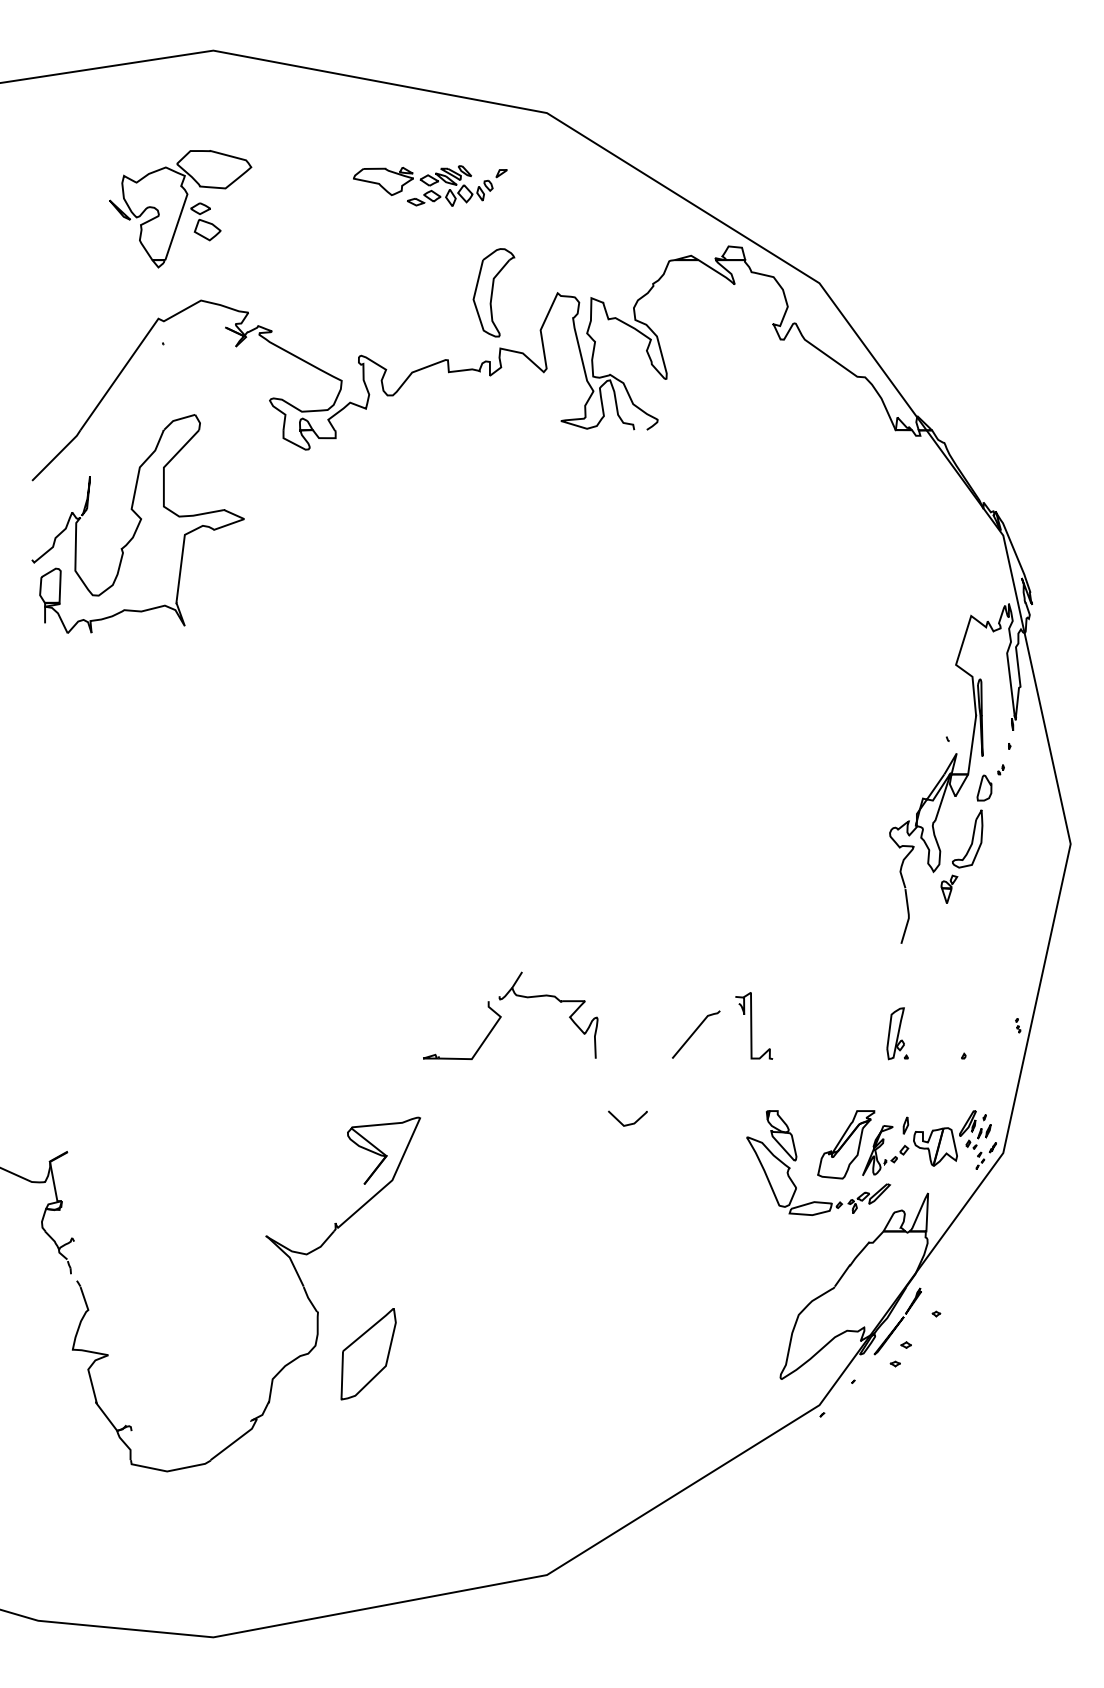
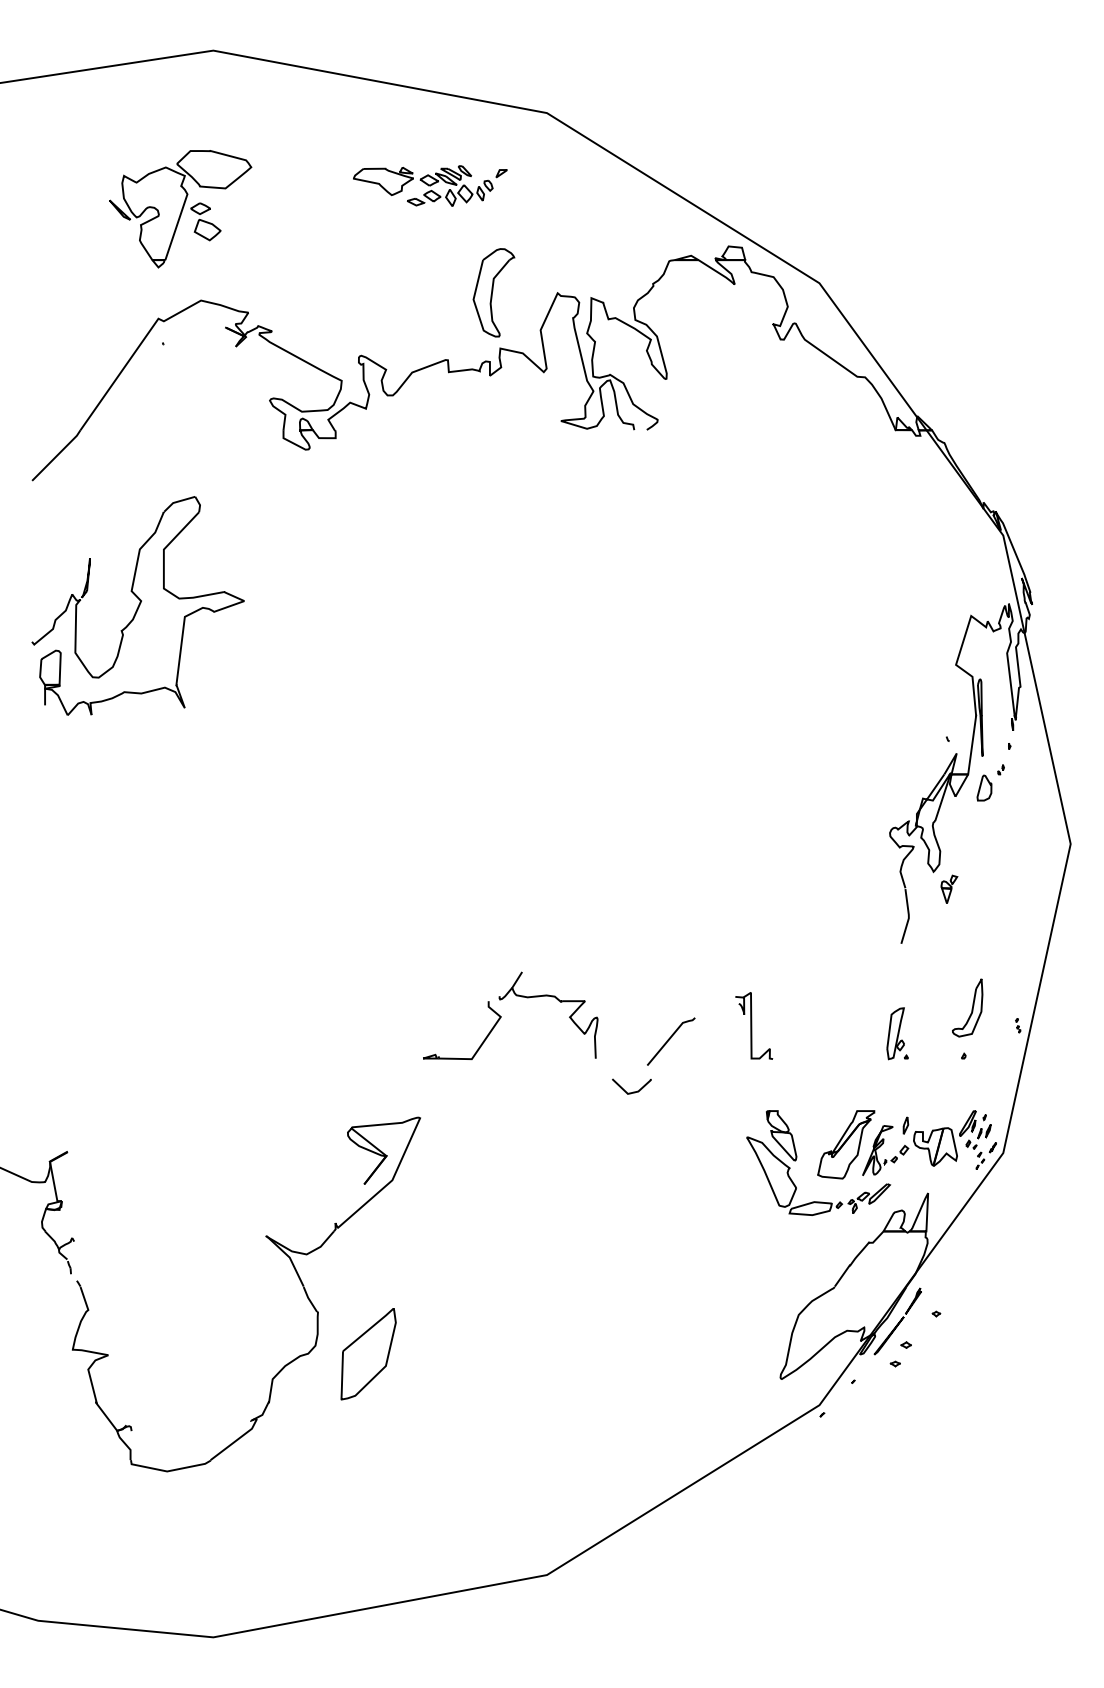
part at (137, 523) position: (137, 523) -> (137, 605)
part at (967, 838) position: (967, 838) -> (967, 1007)
curve at (695, 1032) position: (695, 1032) -> (670, 1039)
curve at (629, 1123) position: (629, 1123) -> (633, 1091)
